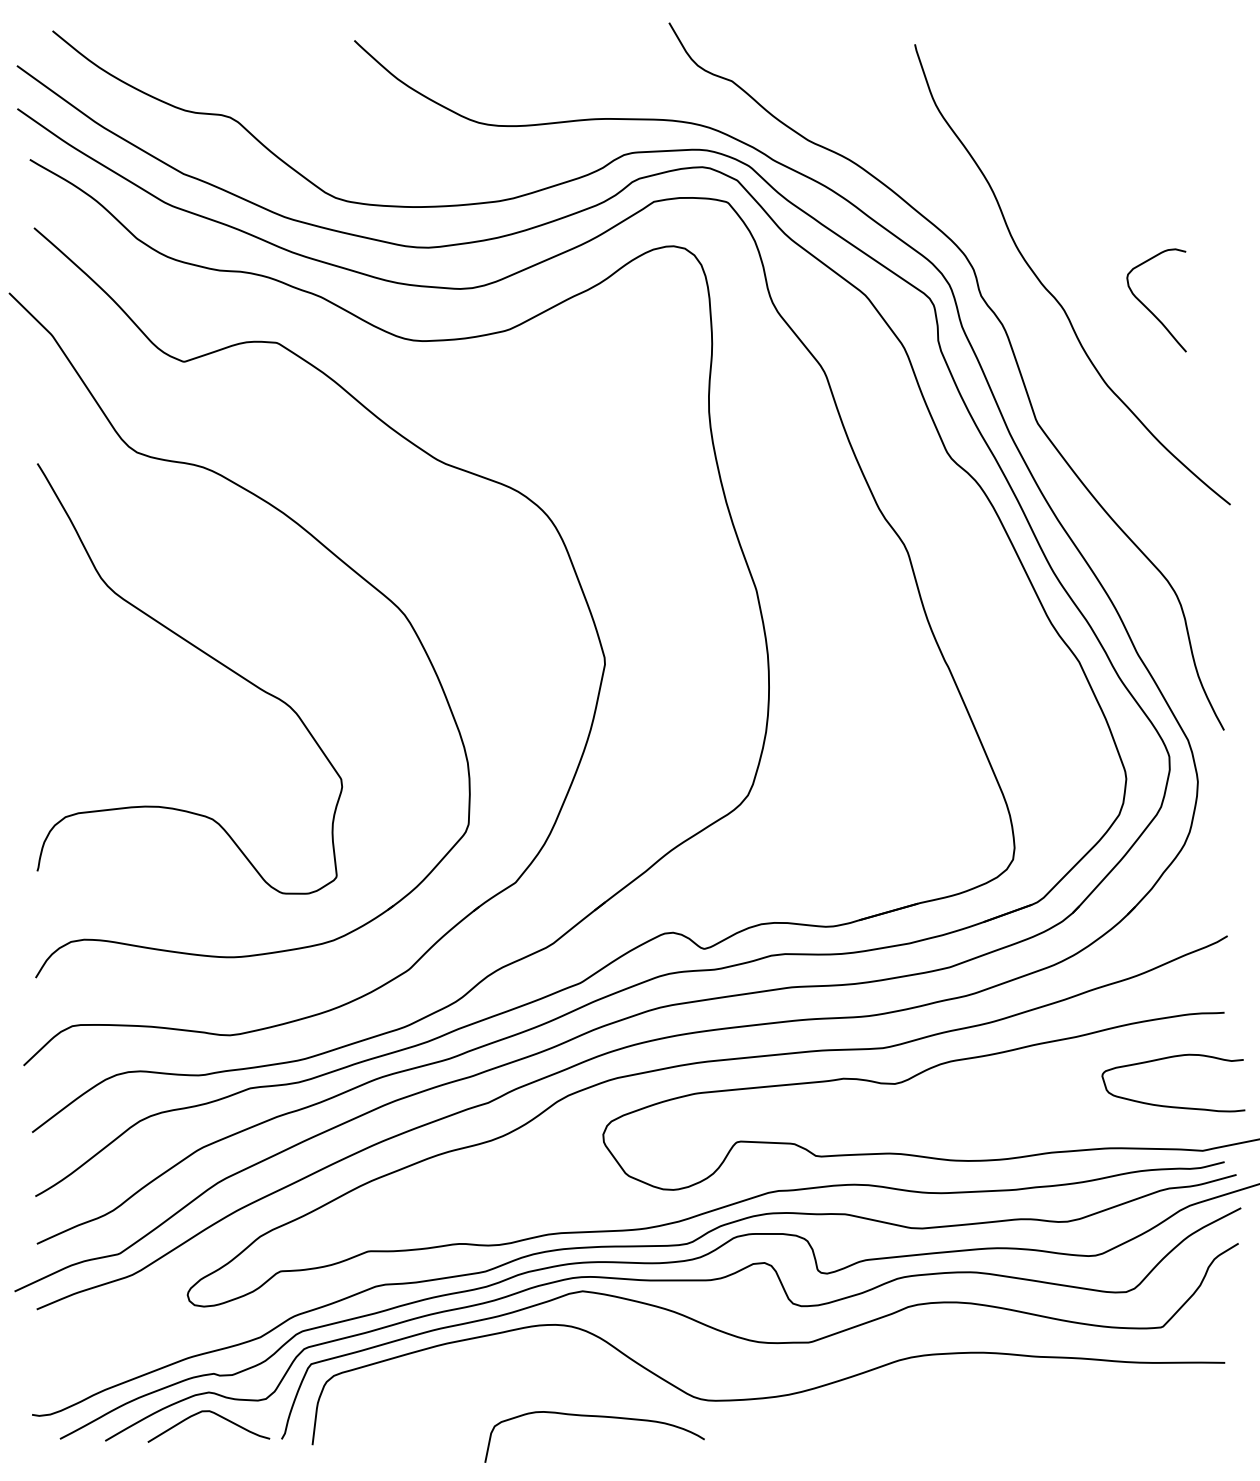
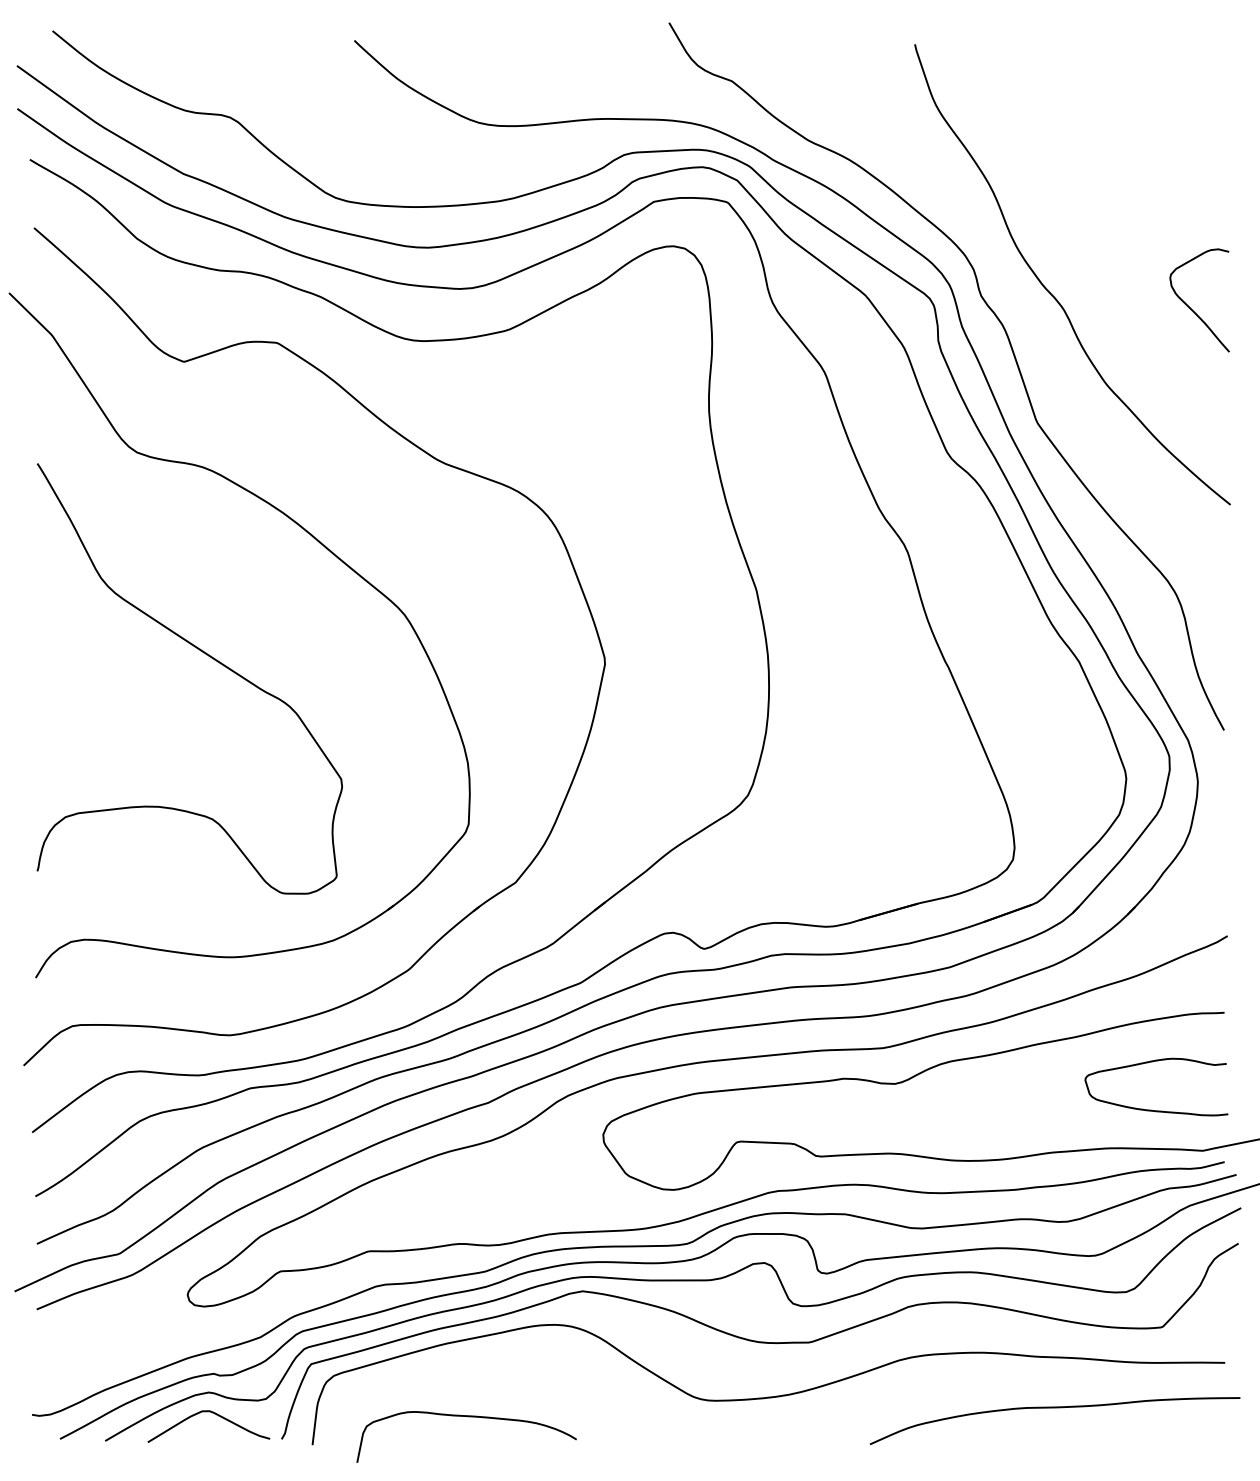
curve at (1148, 308) position: (1148, 308) -> (1191, 308)
curve at (1168, 1105) position: (1168, 1105) -> (1151, 1109)
curve at (1054, 1408): none -> present
curve at (595, 1417) position: (595, 1417) -> (467, 1417)
